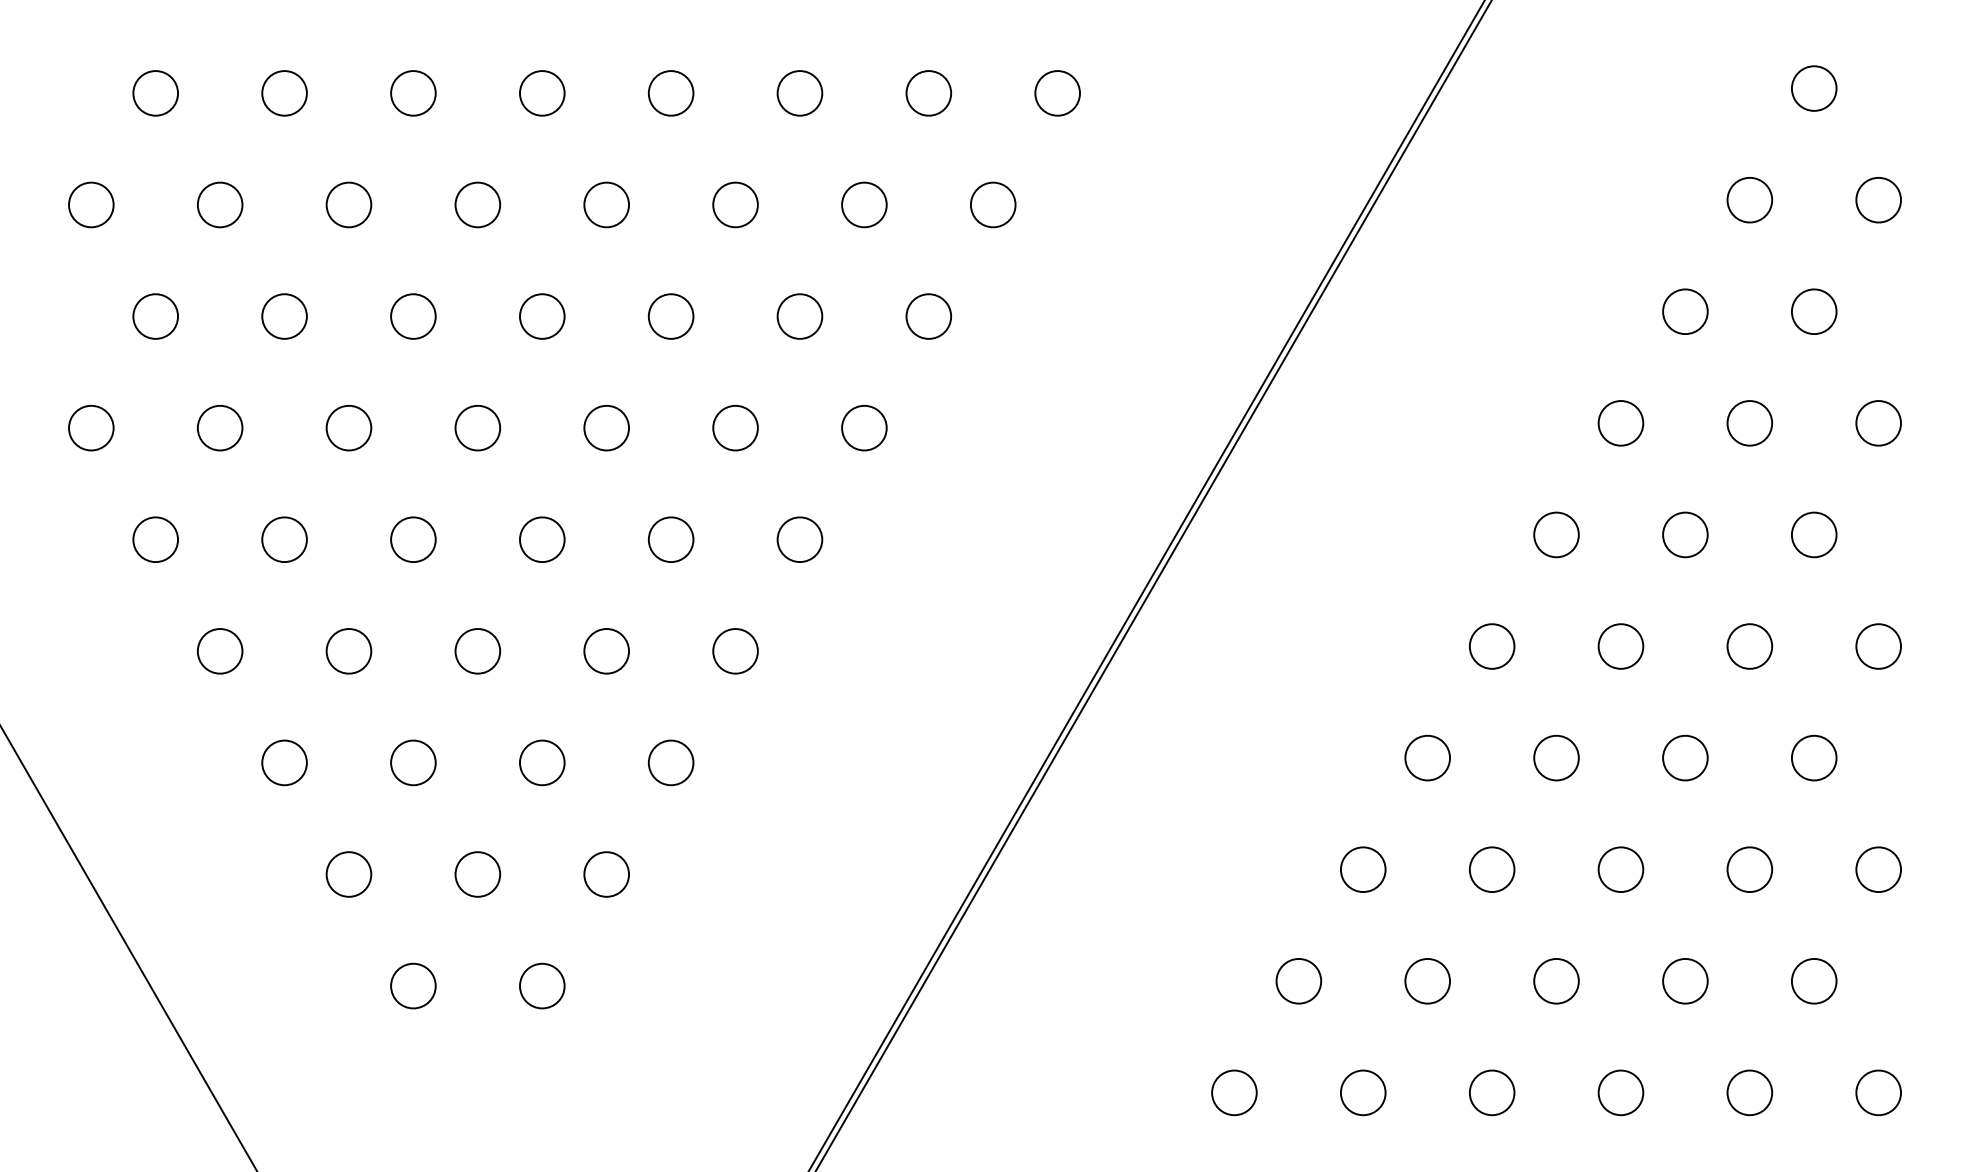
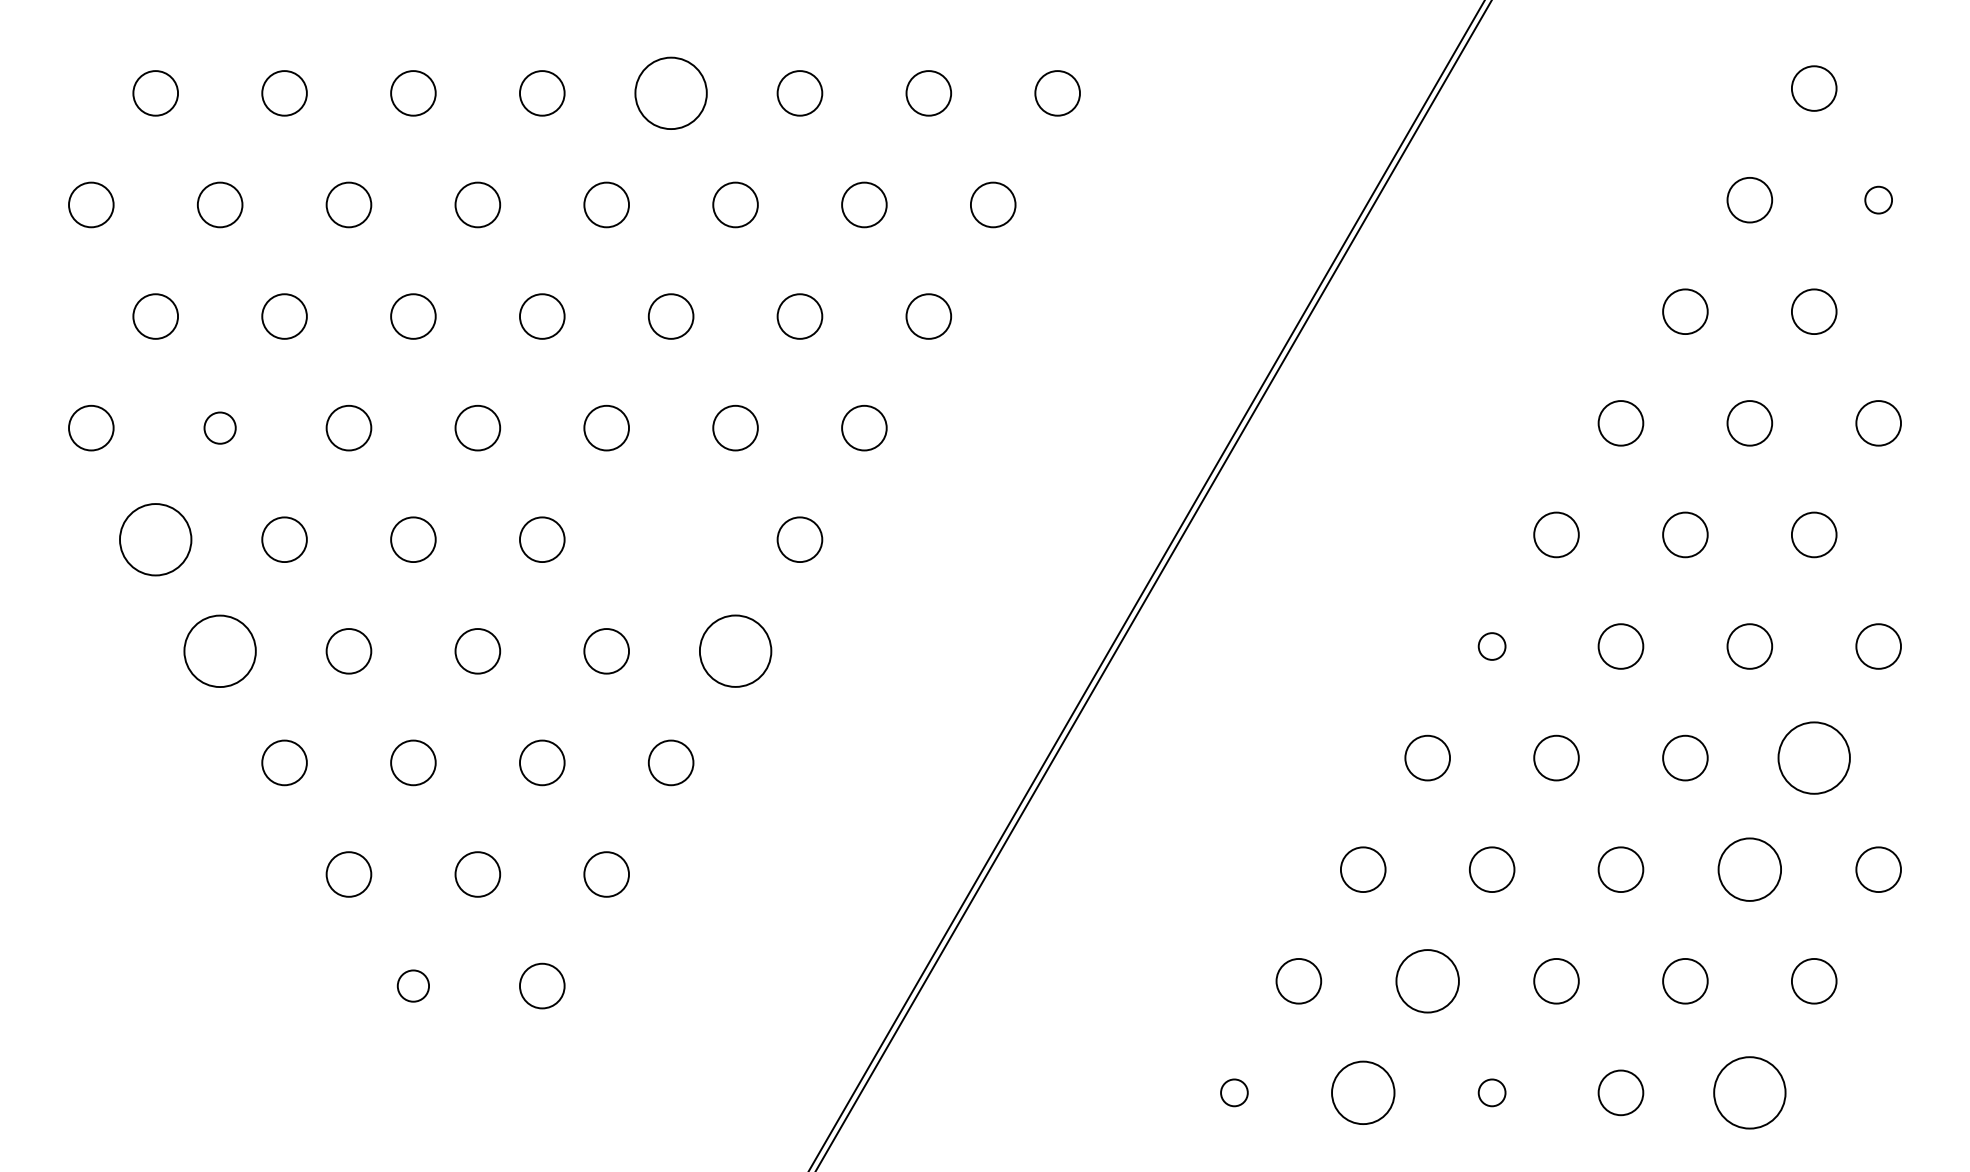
circle at (670, 93) diameter: 45 px -> 71 px
circle at (1878, 199) diameter: 45 px -> 27 px
circle at (219, 427) diameter: 45 px -> 31 px
circle at (155, 539) diameter: 45 px -> 71 px
circle at (670, 539): present -> none
circle at (1491, 646) diameter: 45 px -> 27 px
circle at (219, 651) diameter: 45 px -> 71 px
circle at (735, 651) size: 47x47 px -> 74x74 px
circle at (1813, 757) diameter: 45 px -> 71 px
circle at (1749, 869) diameter: 45 px -> 62 px
line at (128, 948): present -> none
circle at (1427, 980) diameter: 45 px -> 62 px
circle at (413, 985) diameter: 45 px -> 31 px
circle at (1234, 1092) diameter: 45 px -> 27 px
circle at (1362, 1092) diameter: 45 px -> 62 px
circle at (1491, 1092) diameter: 45 px -> 27 px
circle at (1749, 1092) diameter: 45 px -> 71 px
circle at (1878, 1092): present -> none
